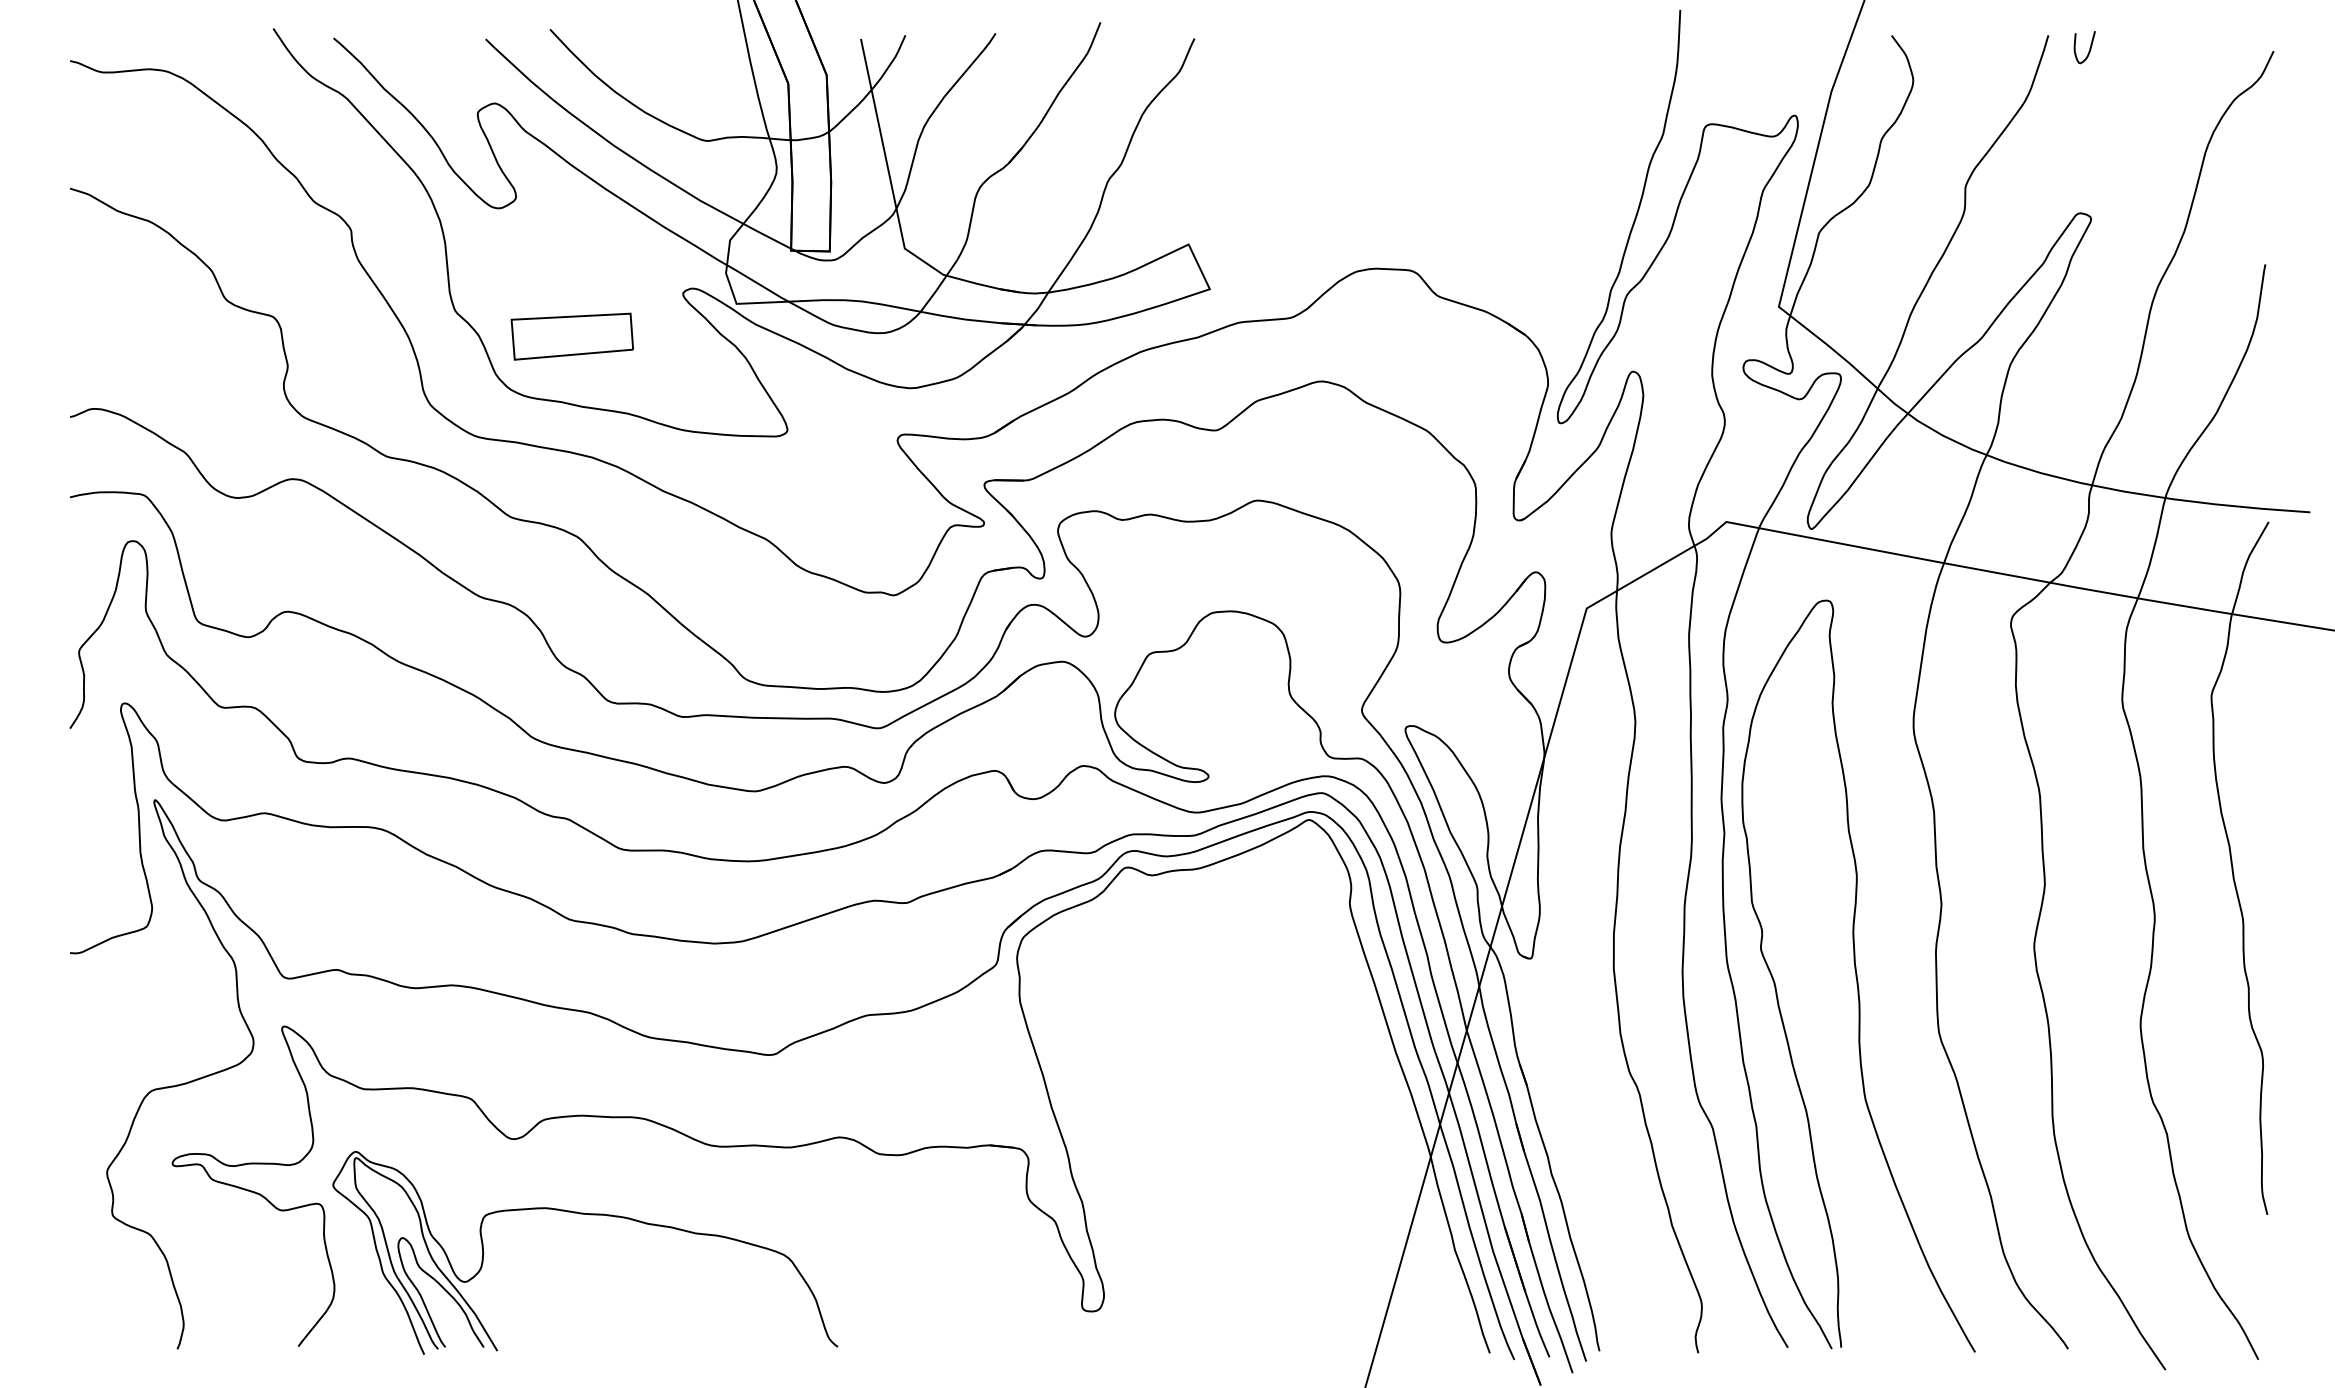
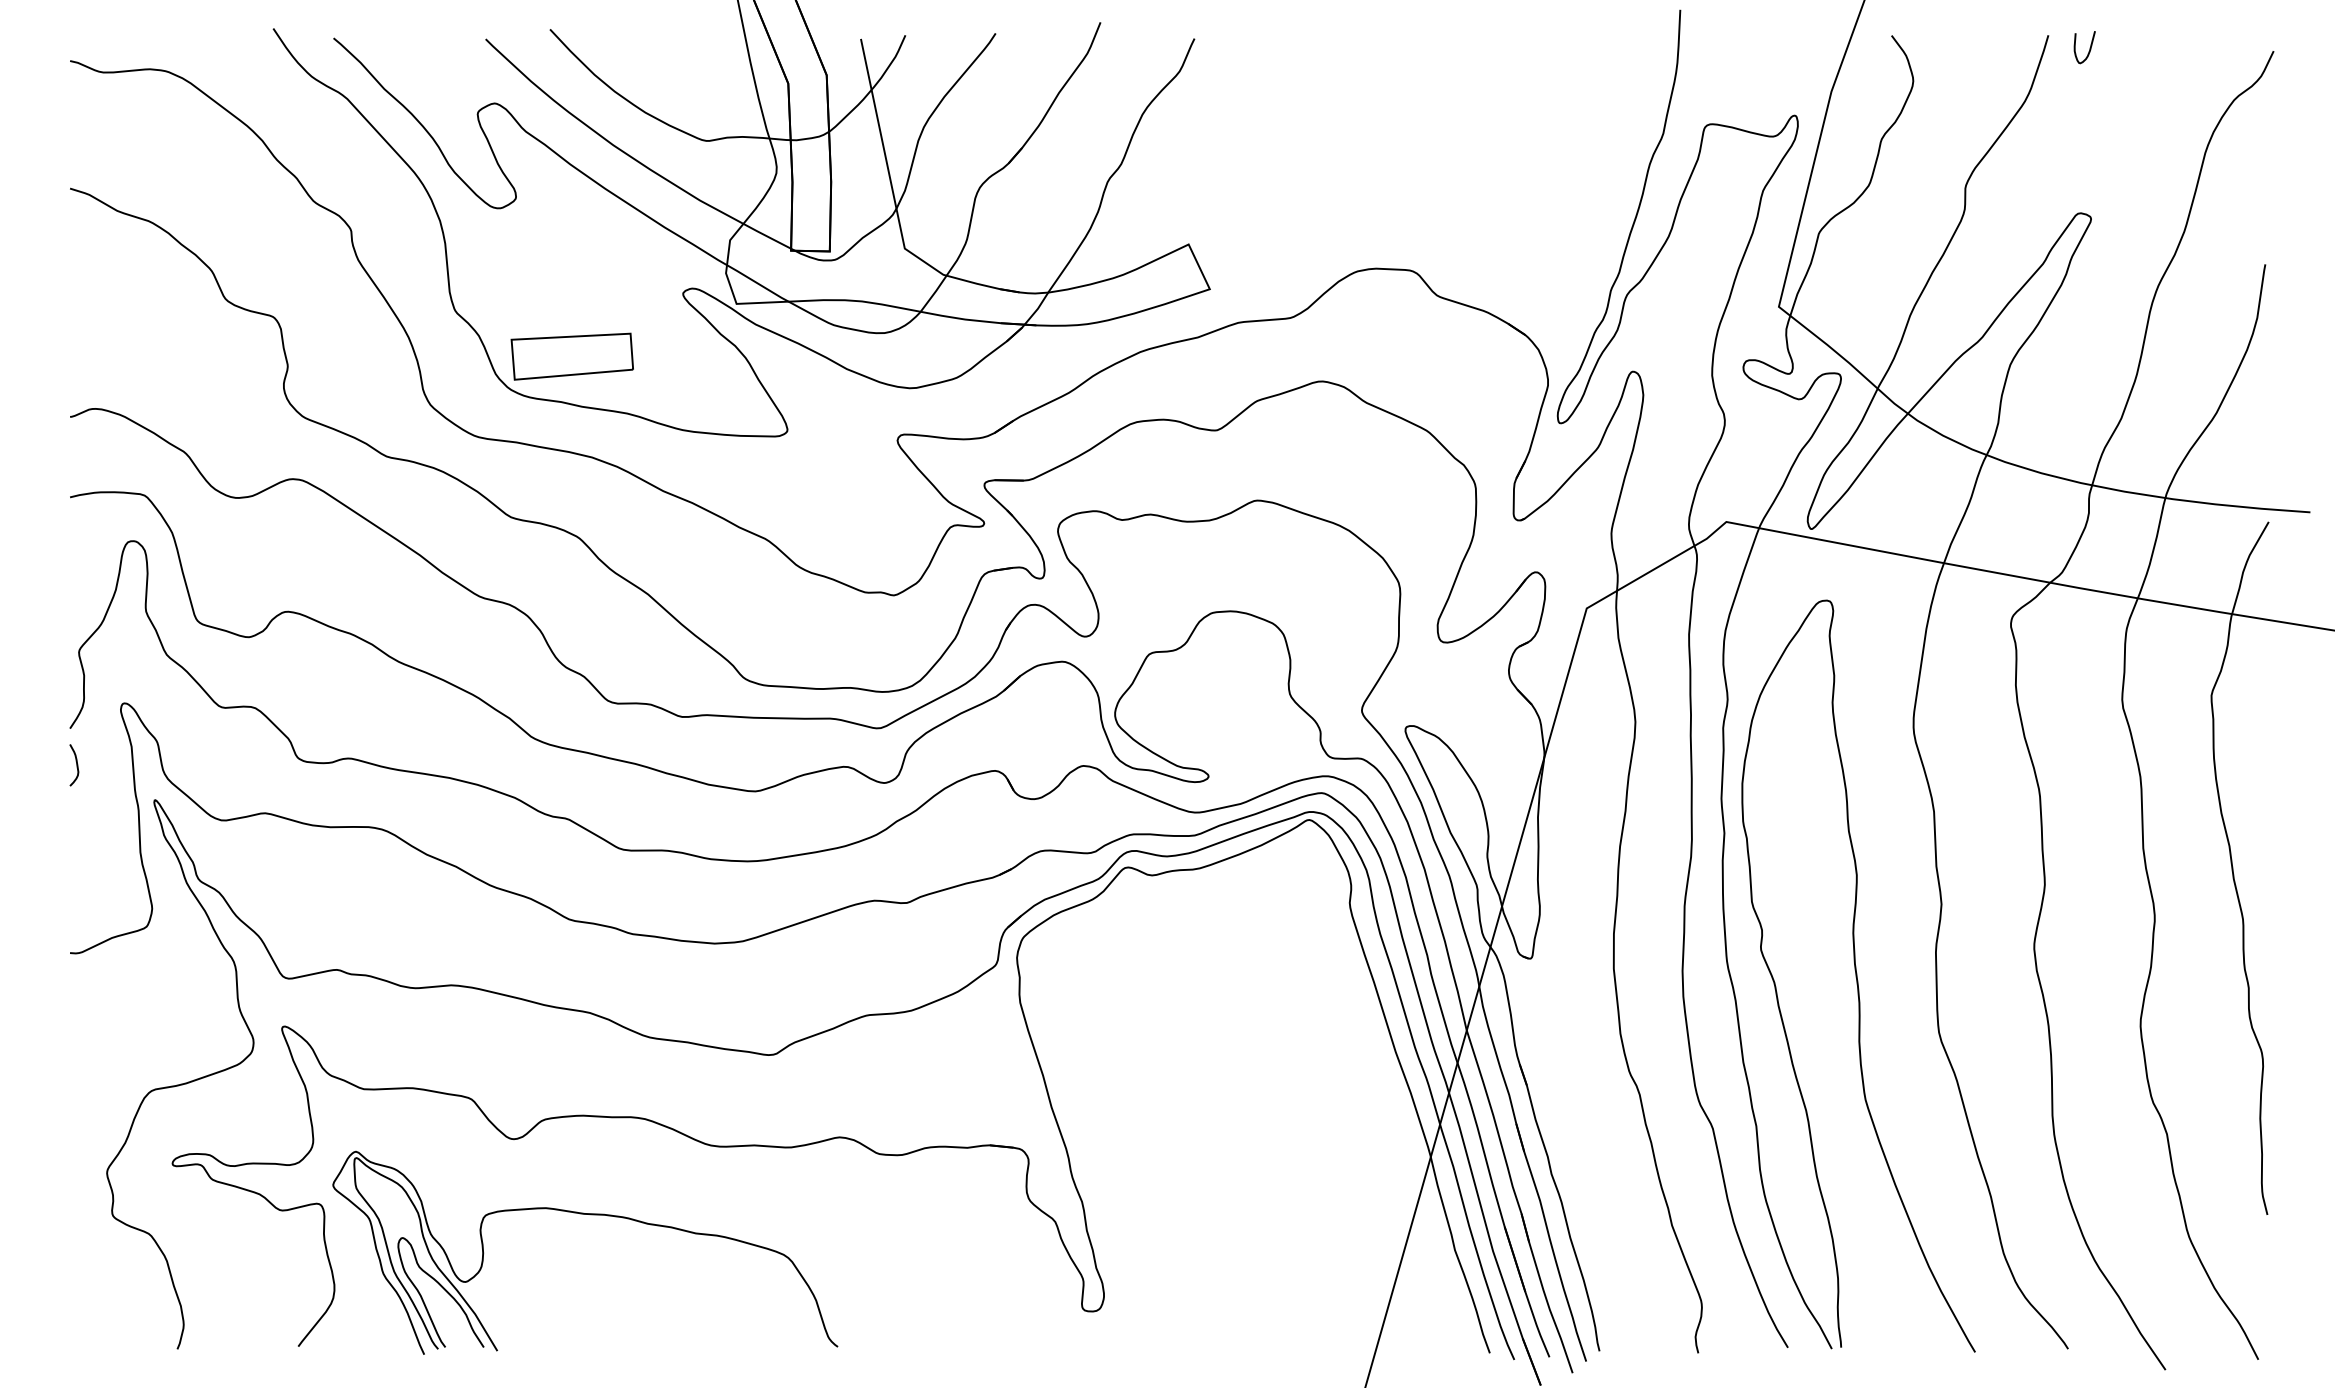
part at (571, 336) position: (571, 336) -> (571, 356)
curve at (76, 765): none -> present
